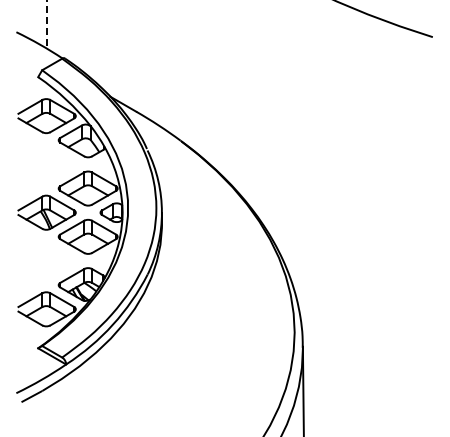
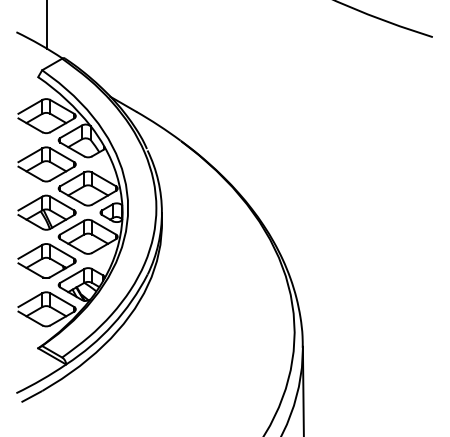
line at (47, 24): dashed -> solid
part at (46, 164): none -> present
part at (46, 260): none -> present
